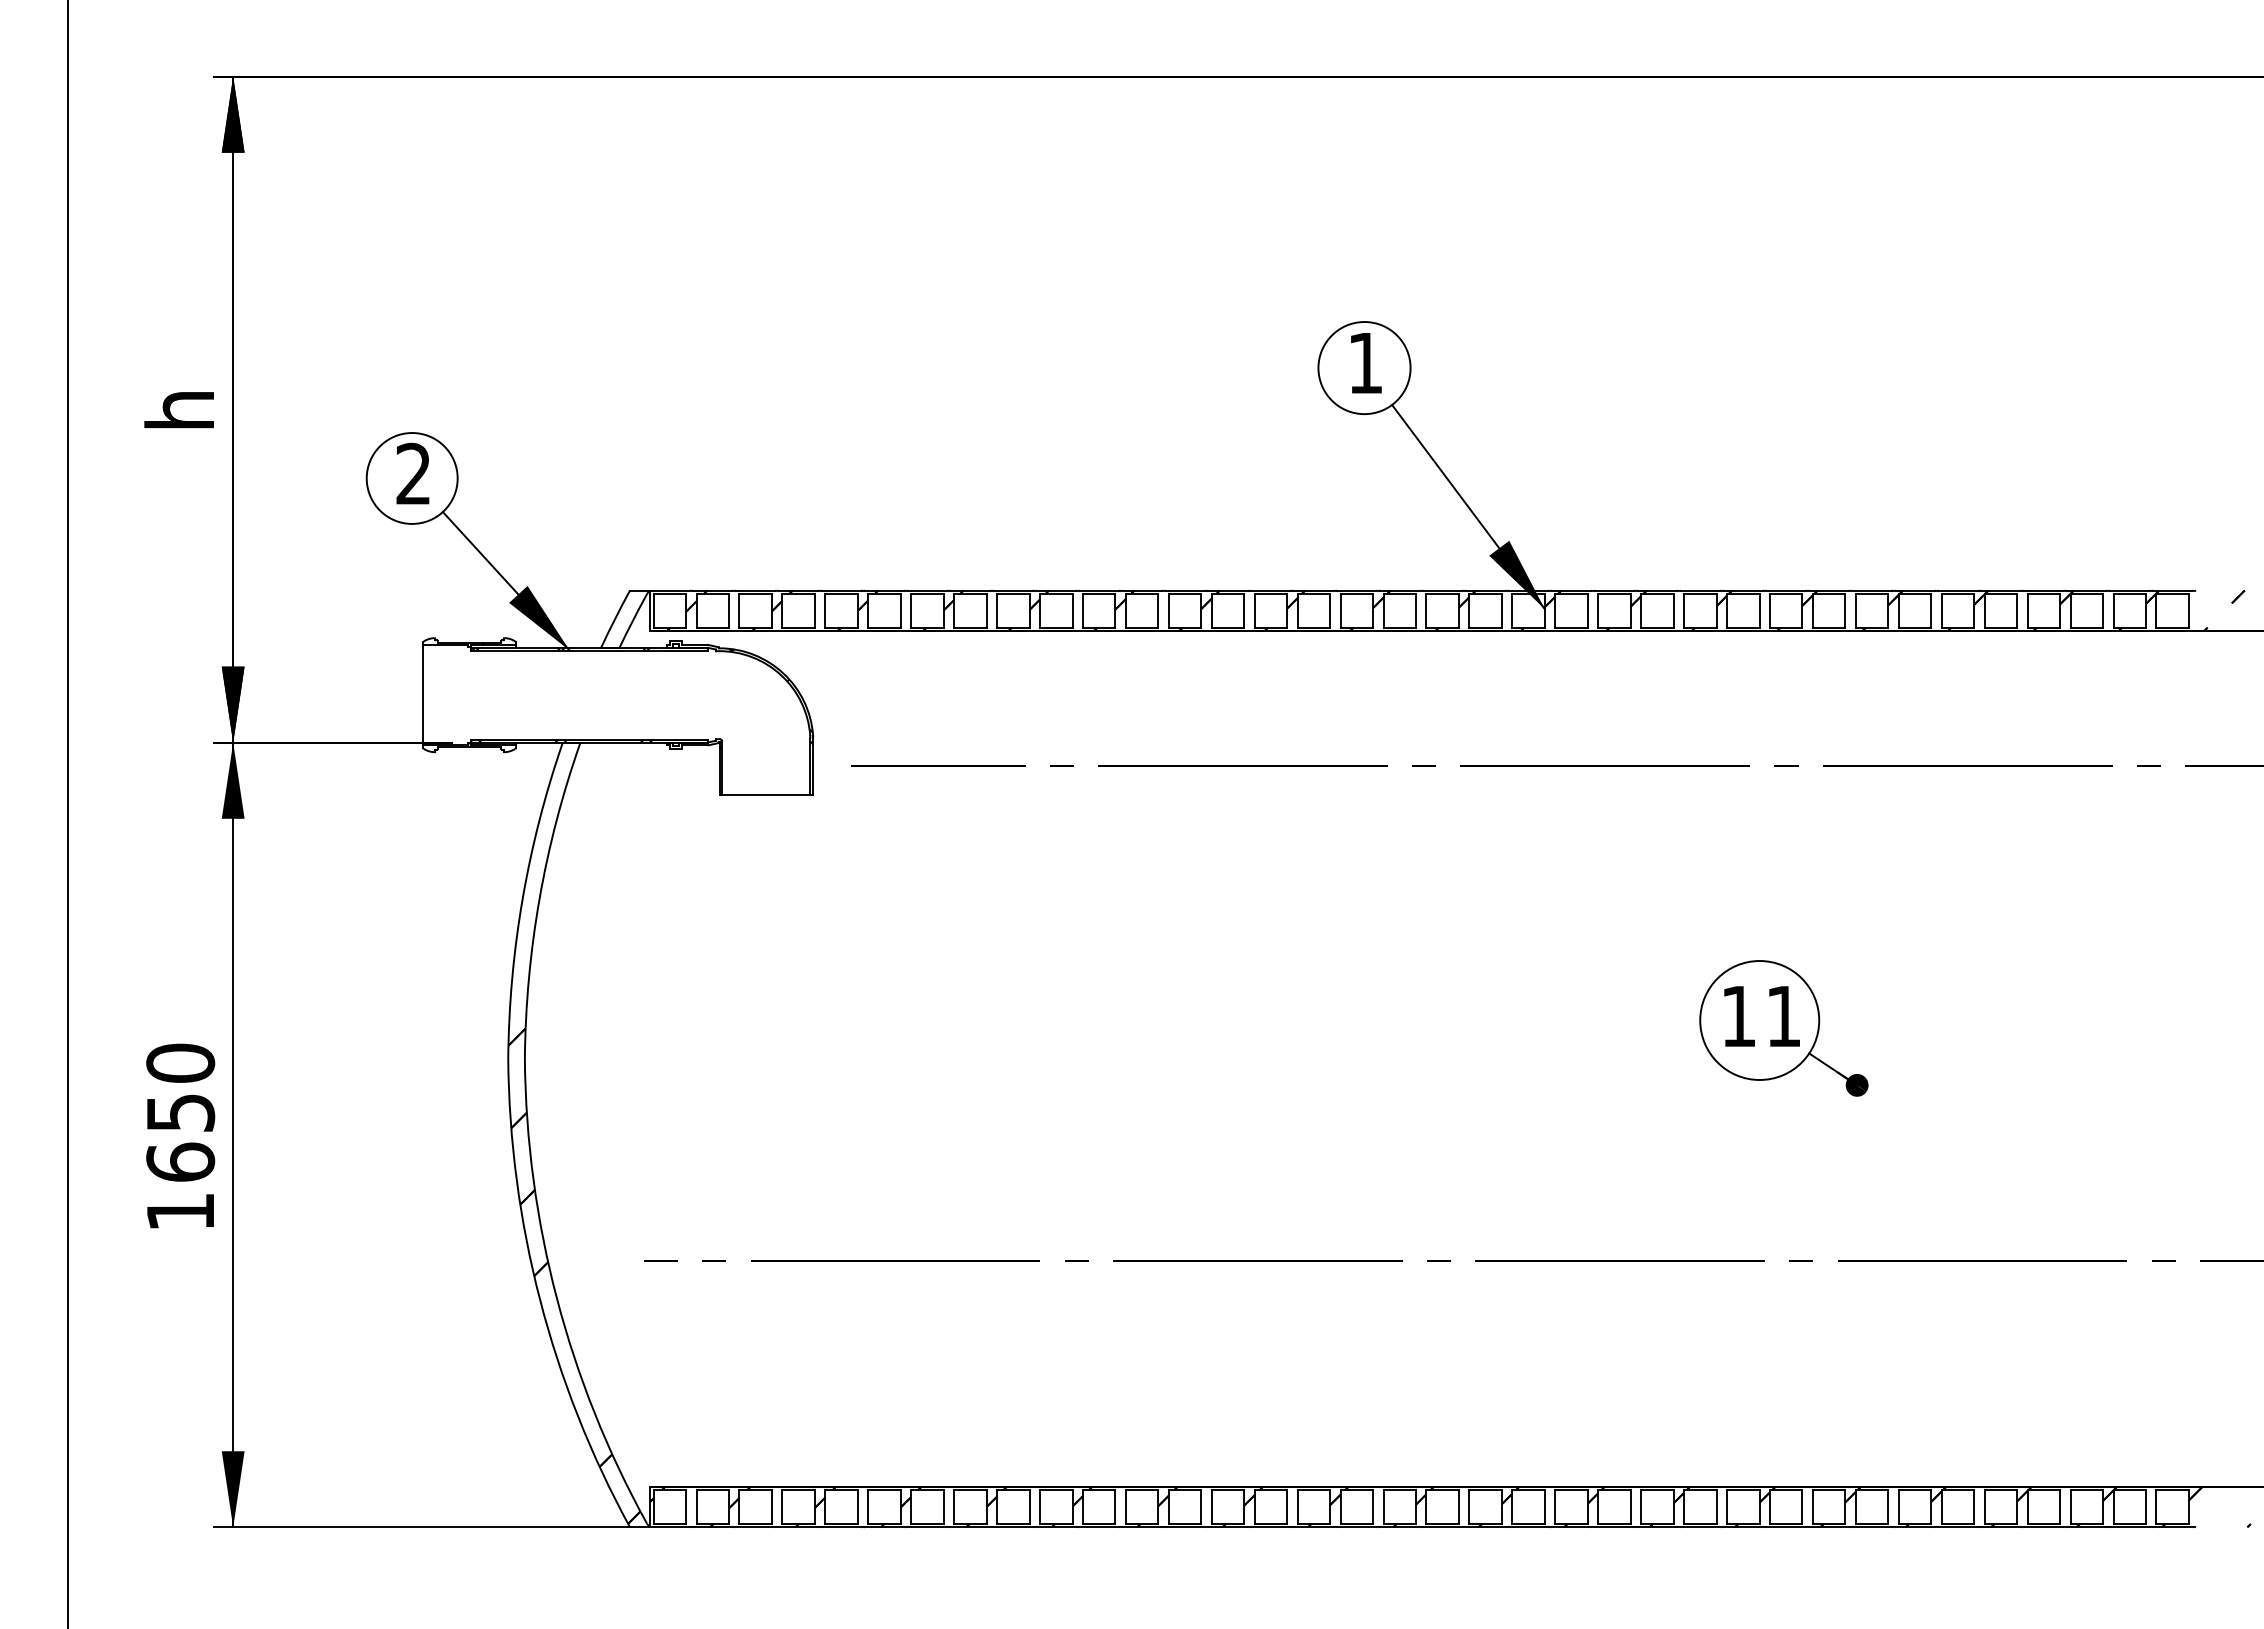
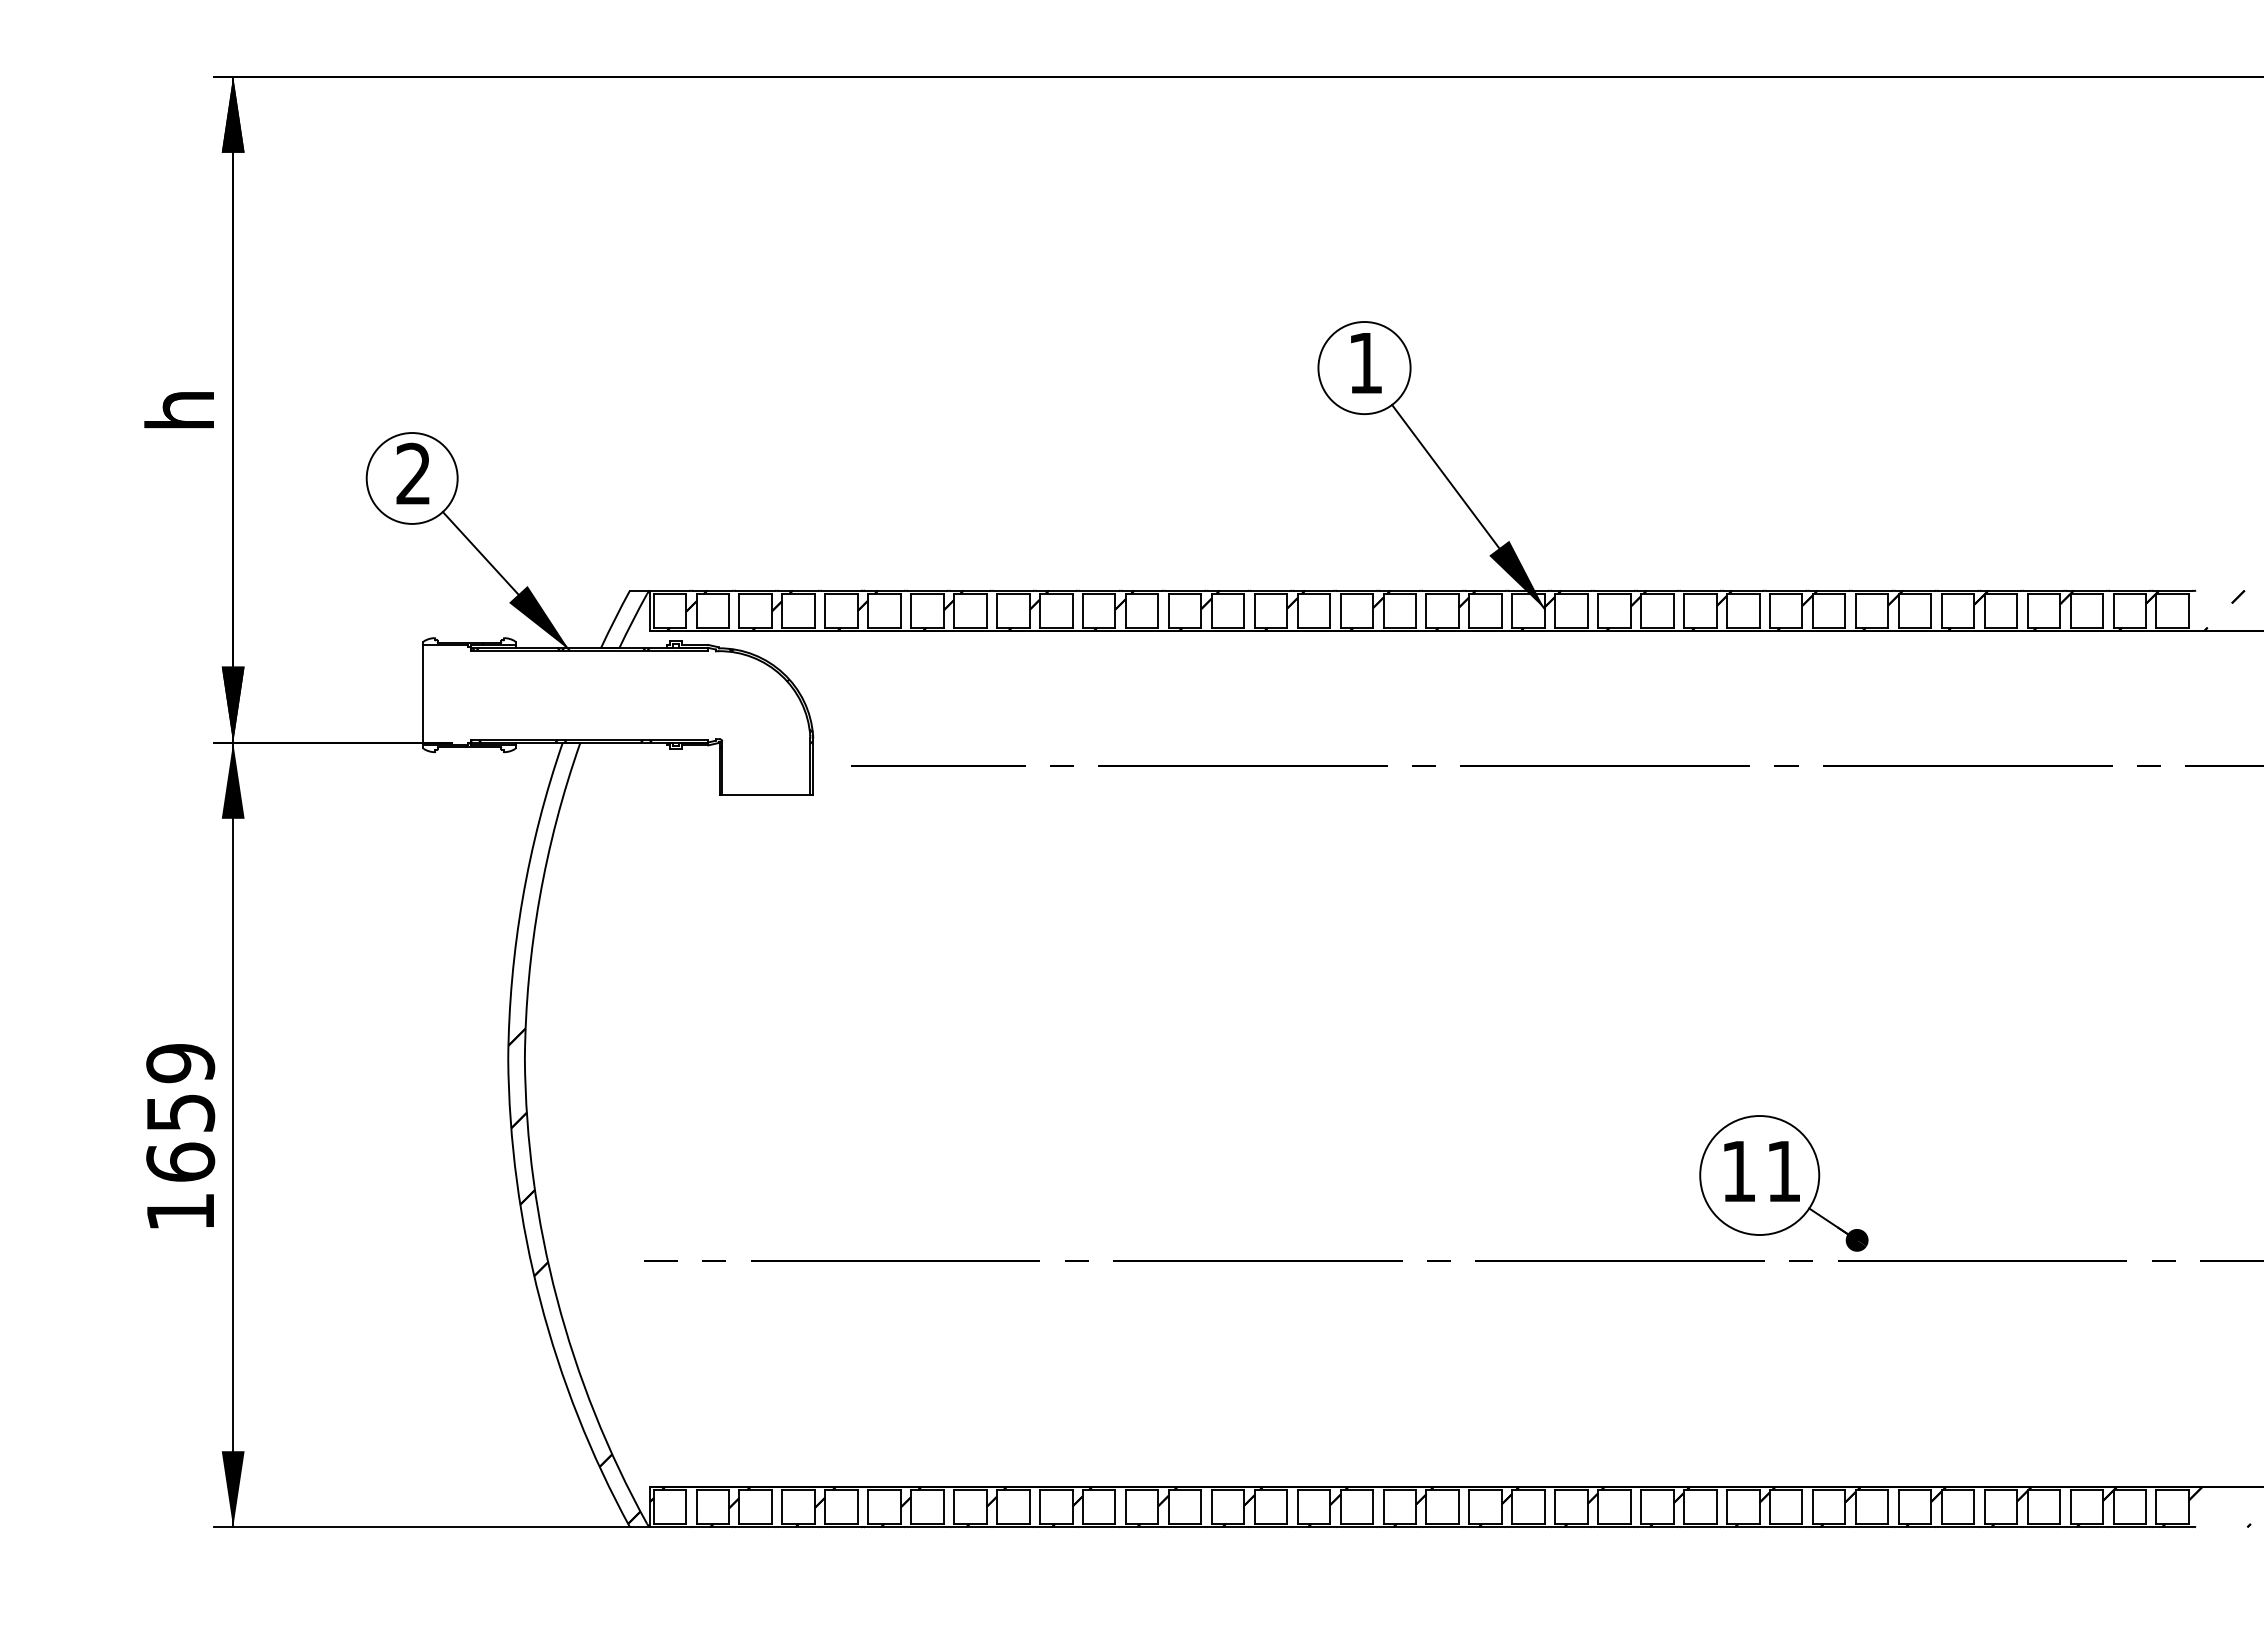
line at (67, 813): present -> none
part at (1783, 1028) position: (1783, 1028) -> (1783, 1183)
text at (180, 1063): 1650 -> 1659
